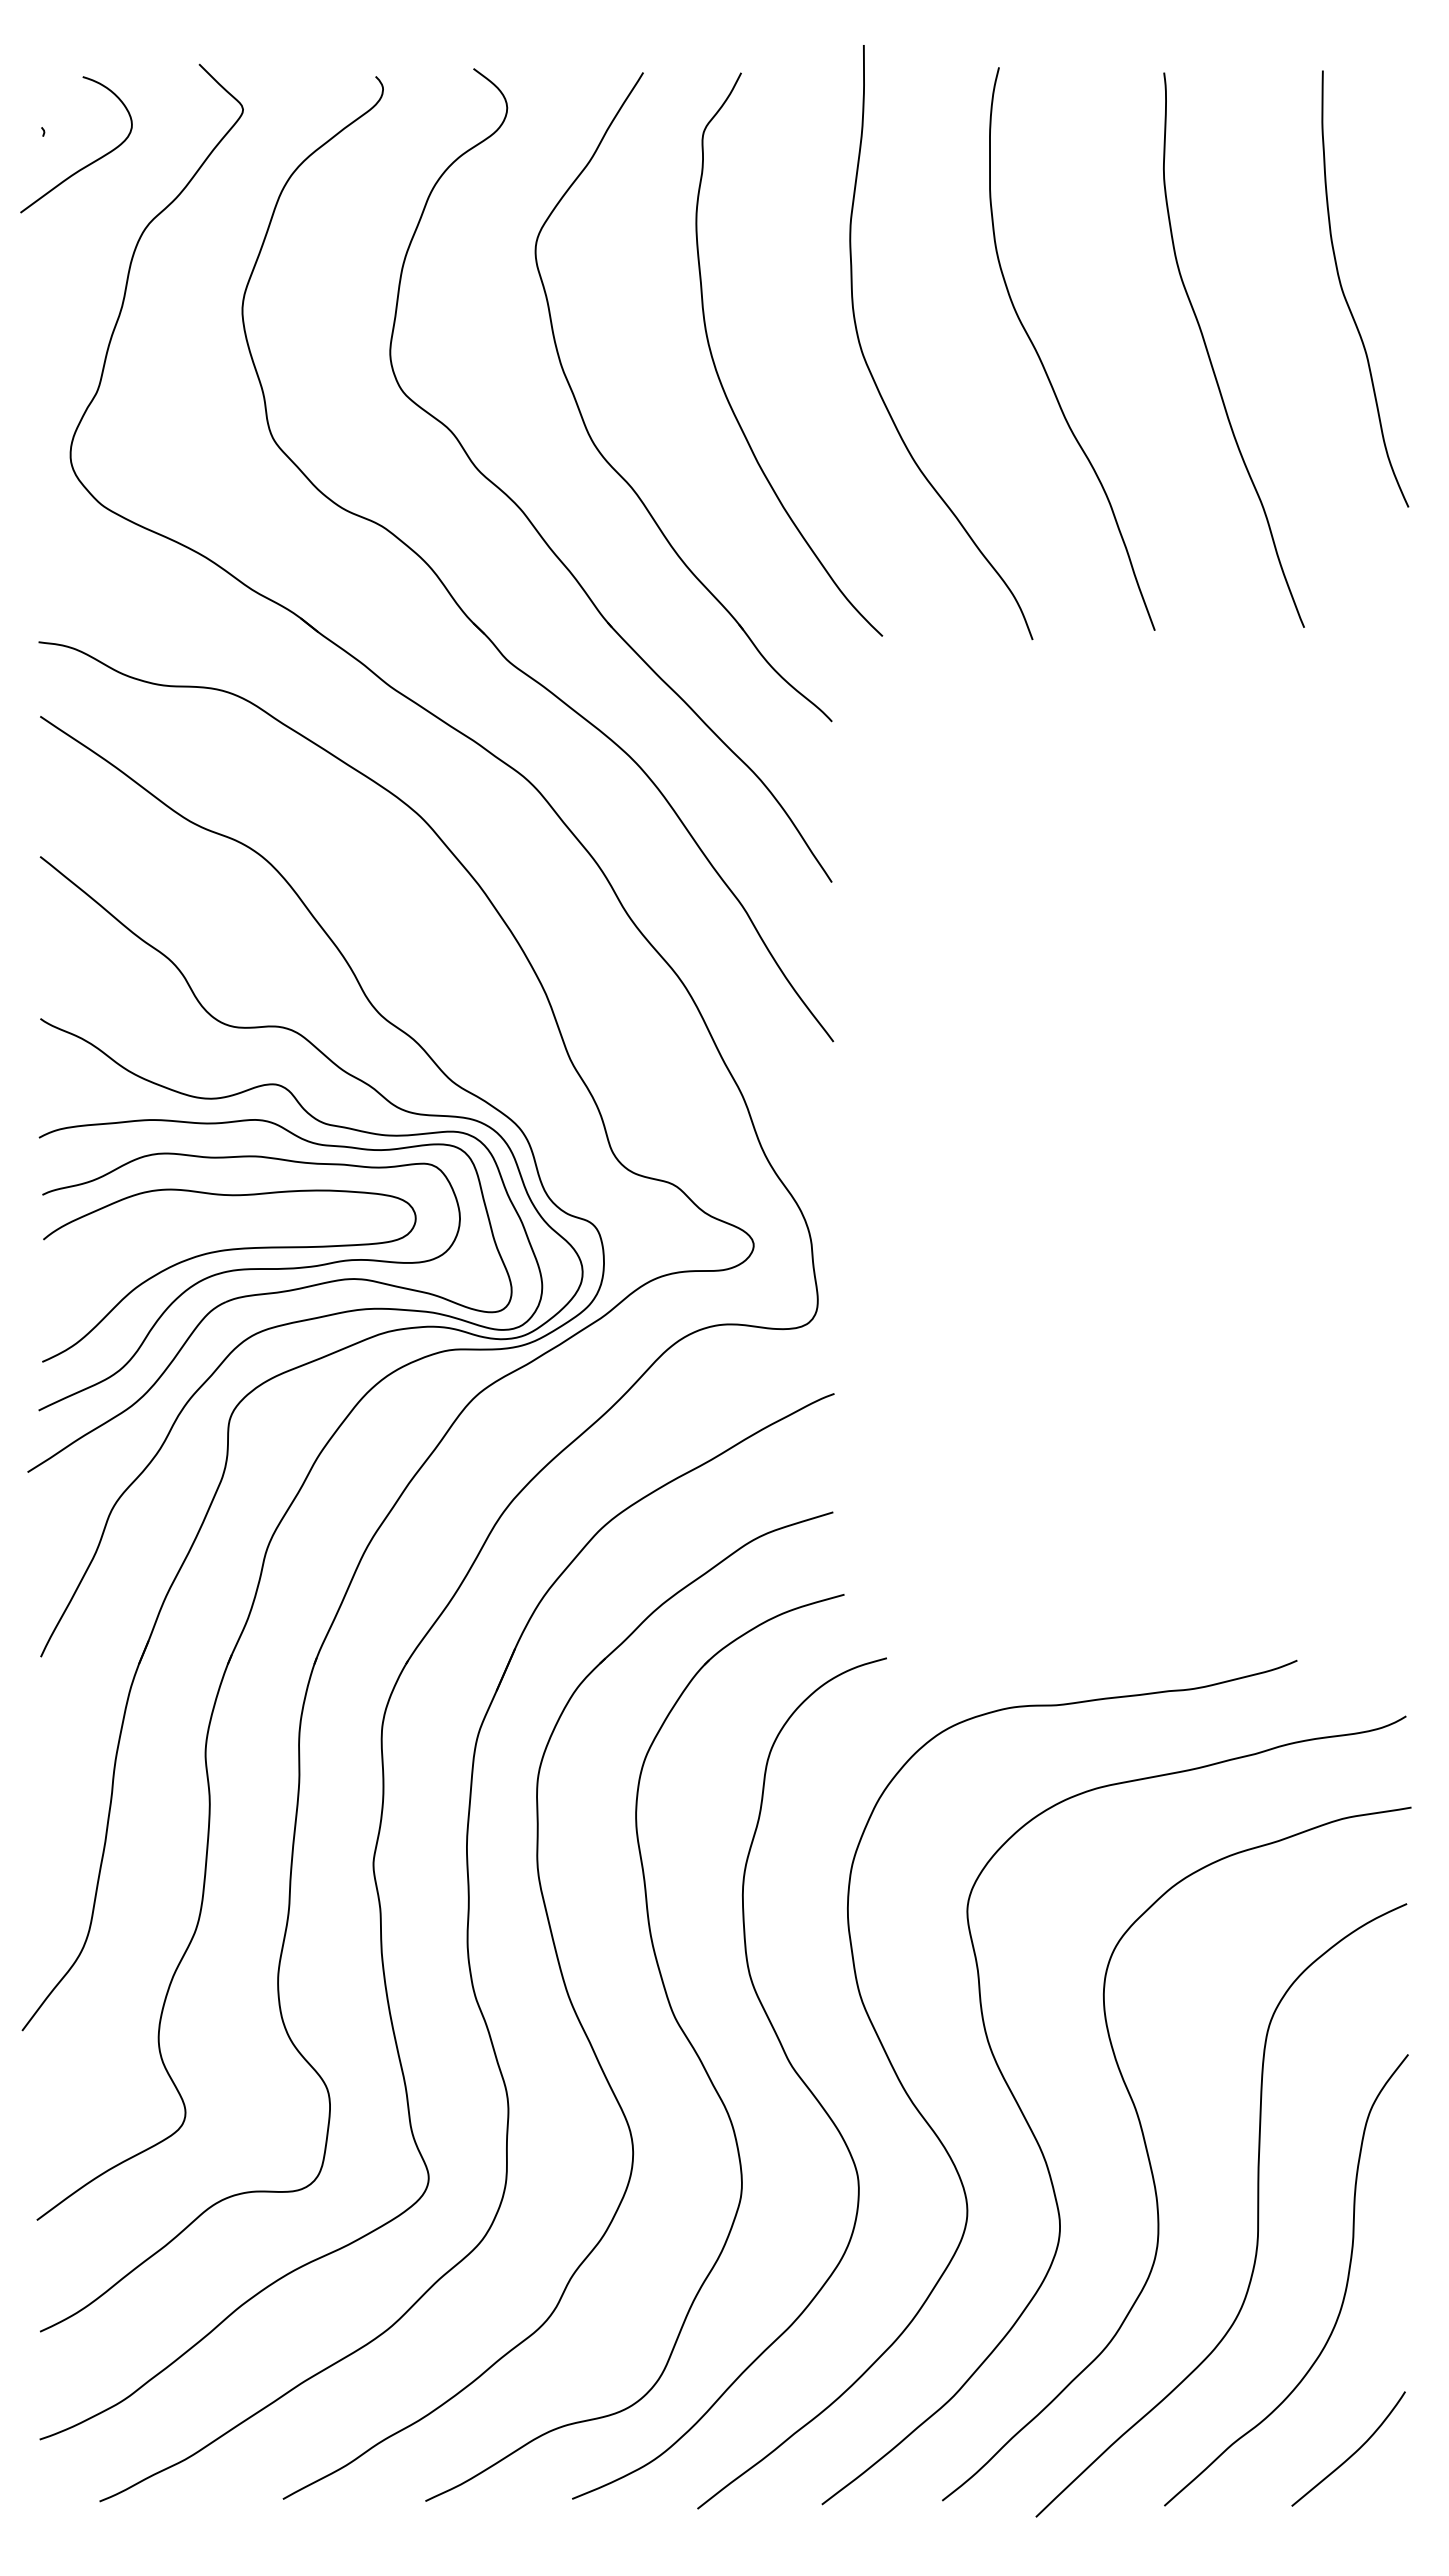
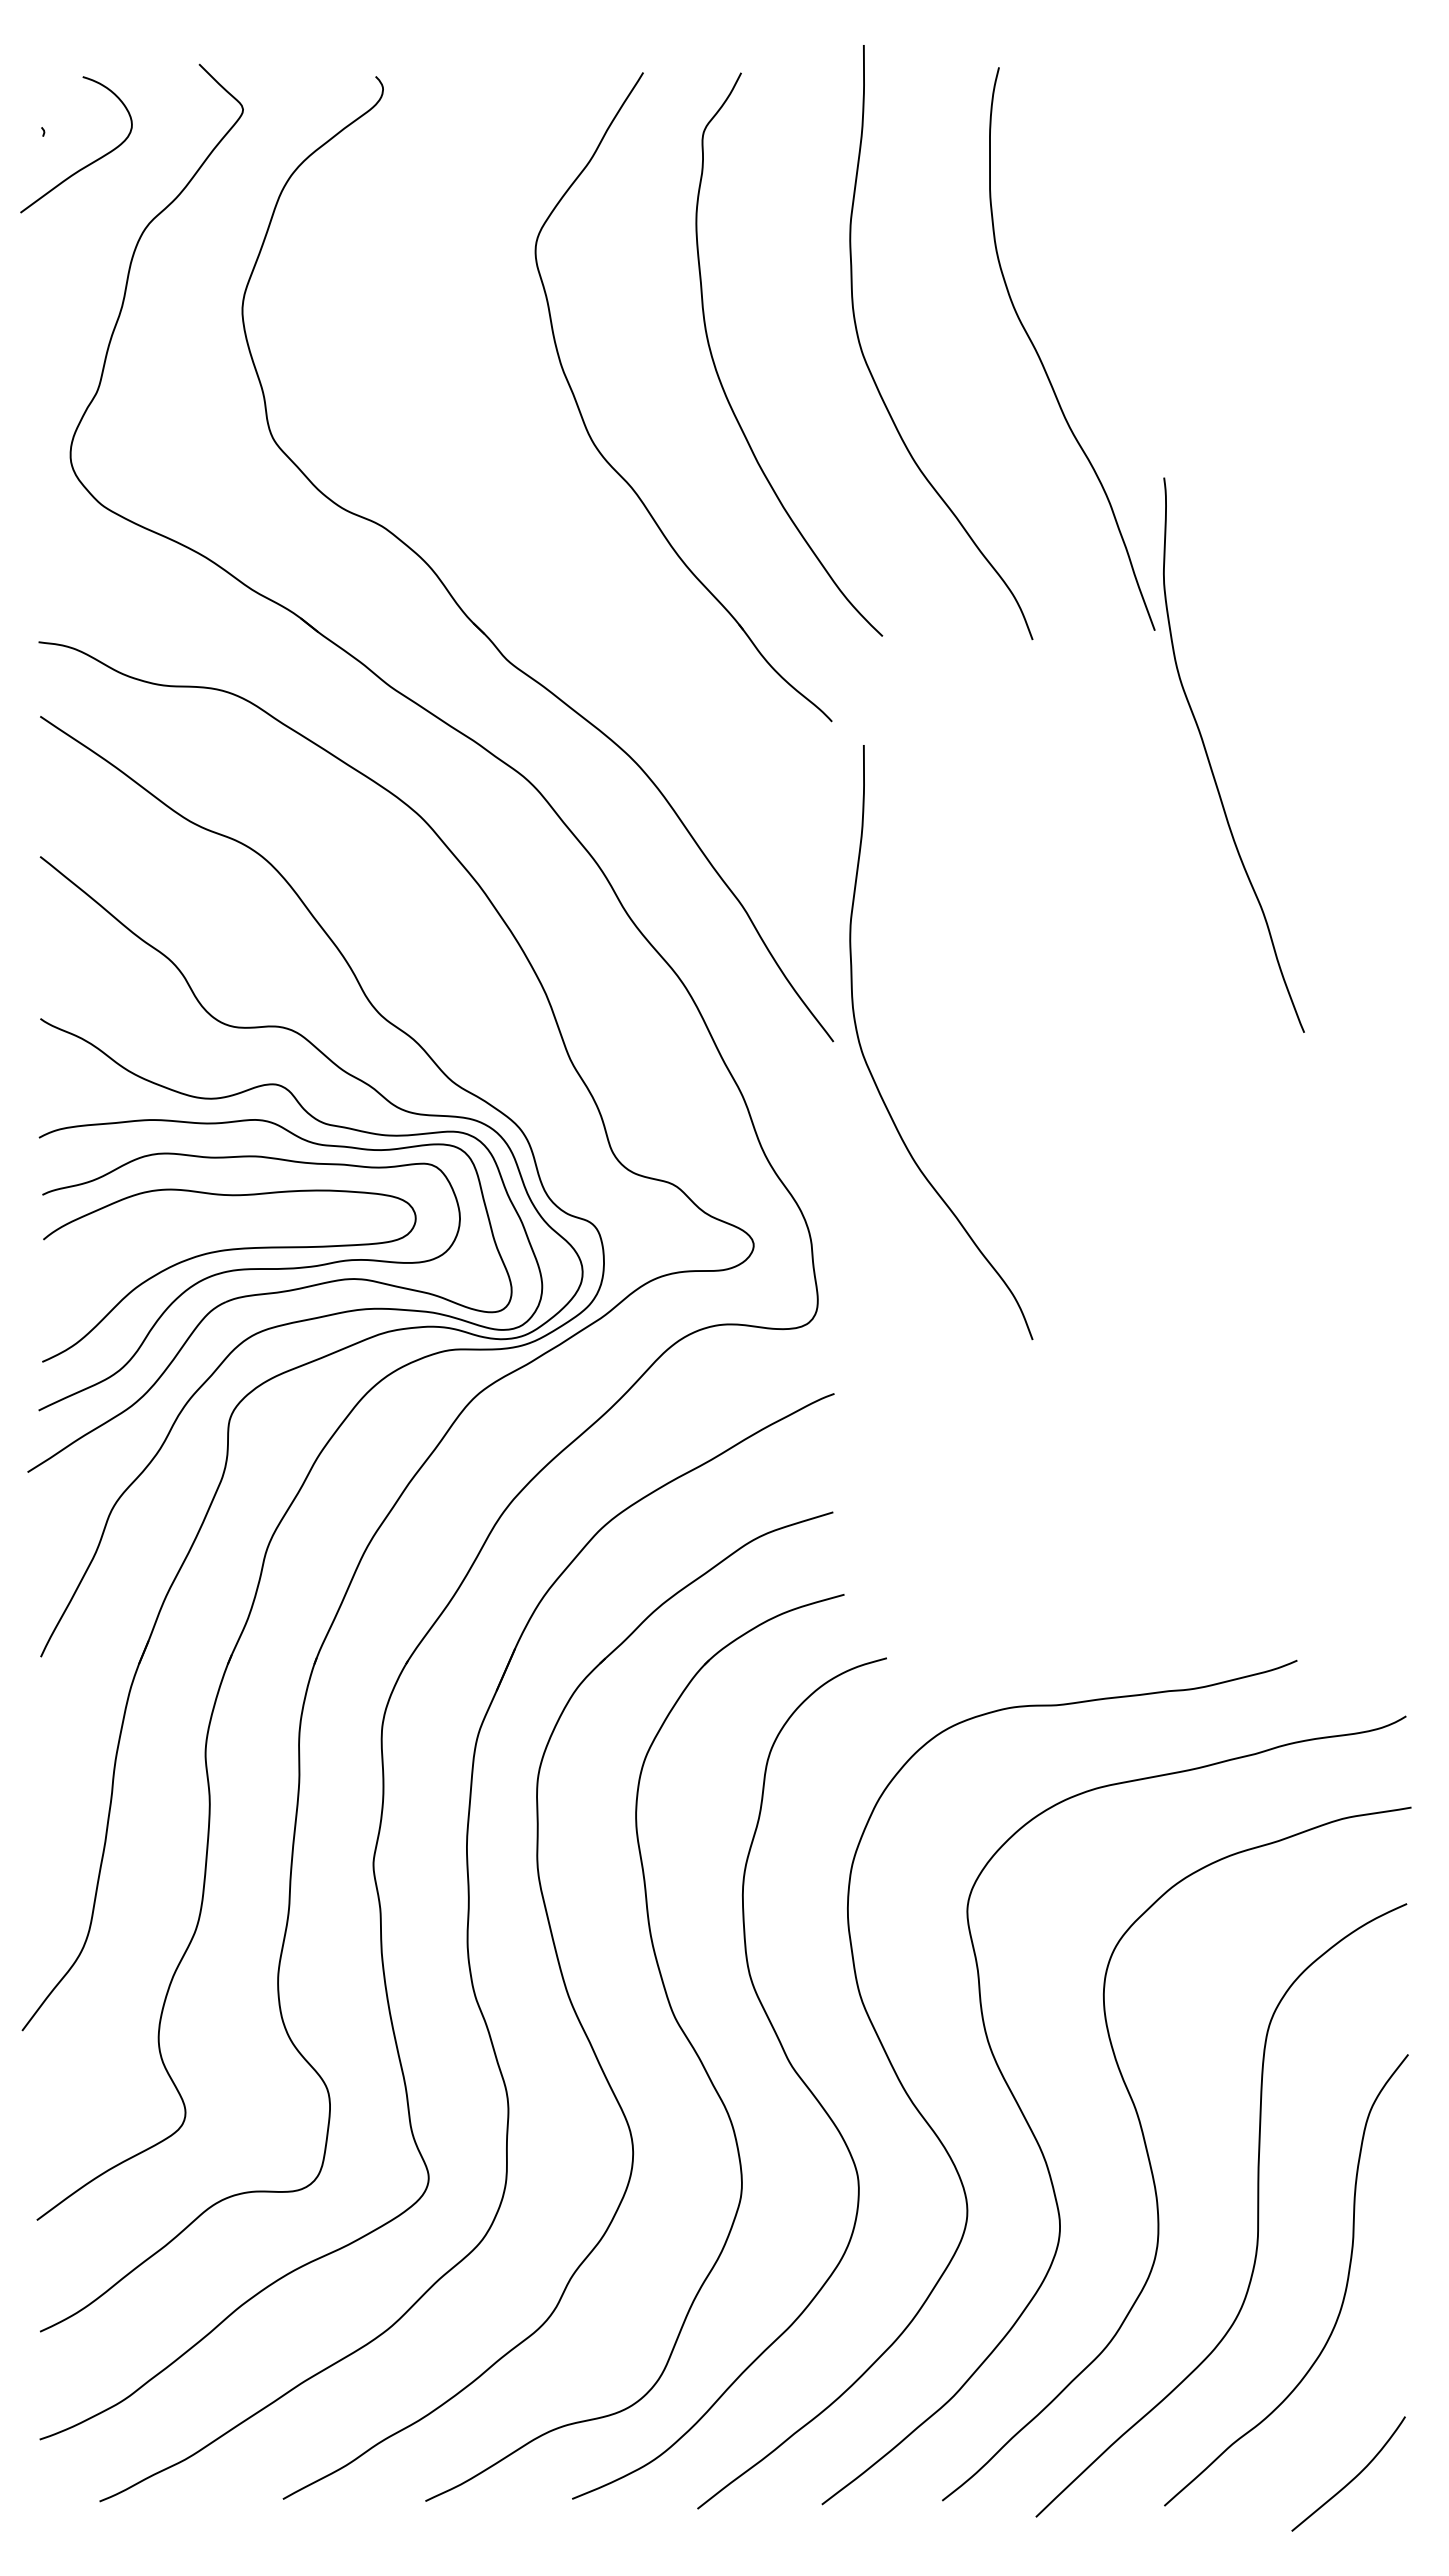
curve at (1345, 295): present -> none
curve at (1210, 357) position: (1210, 357) -> (1210, 762)
part at (537, 529): present -> none
curve at (870, 1069): none -> present
curve at (1353, 2452) position: (1353, 2452) -> (1353, 2477)
